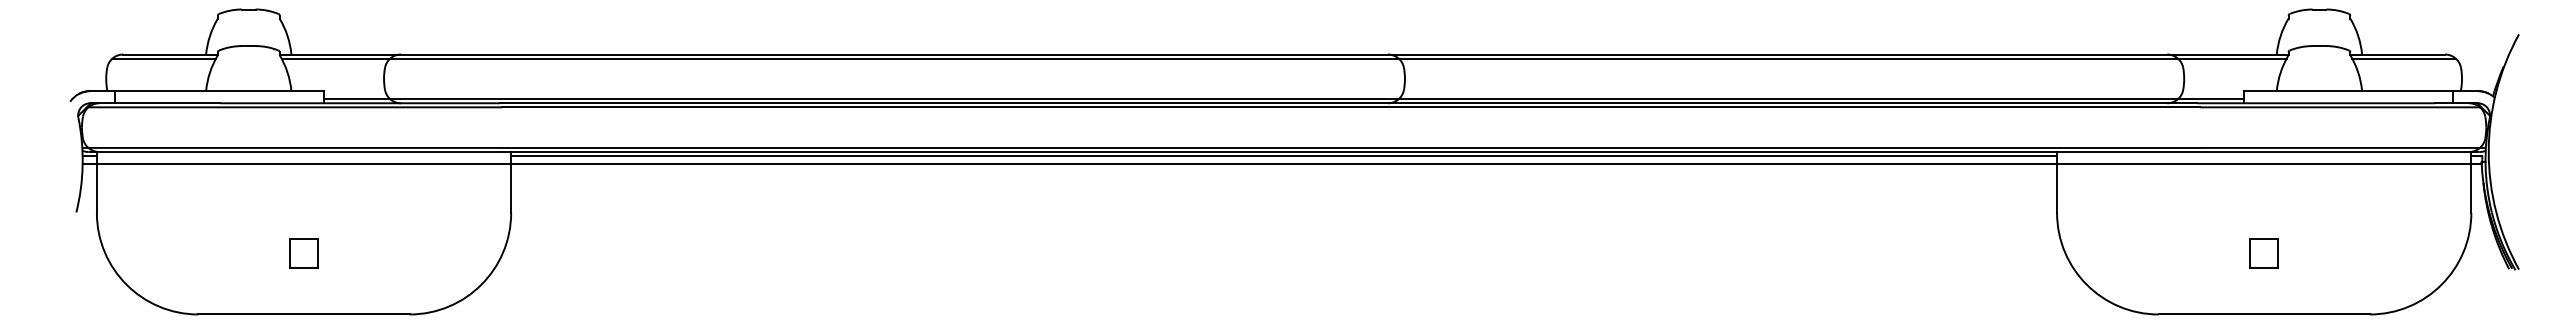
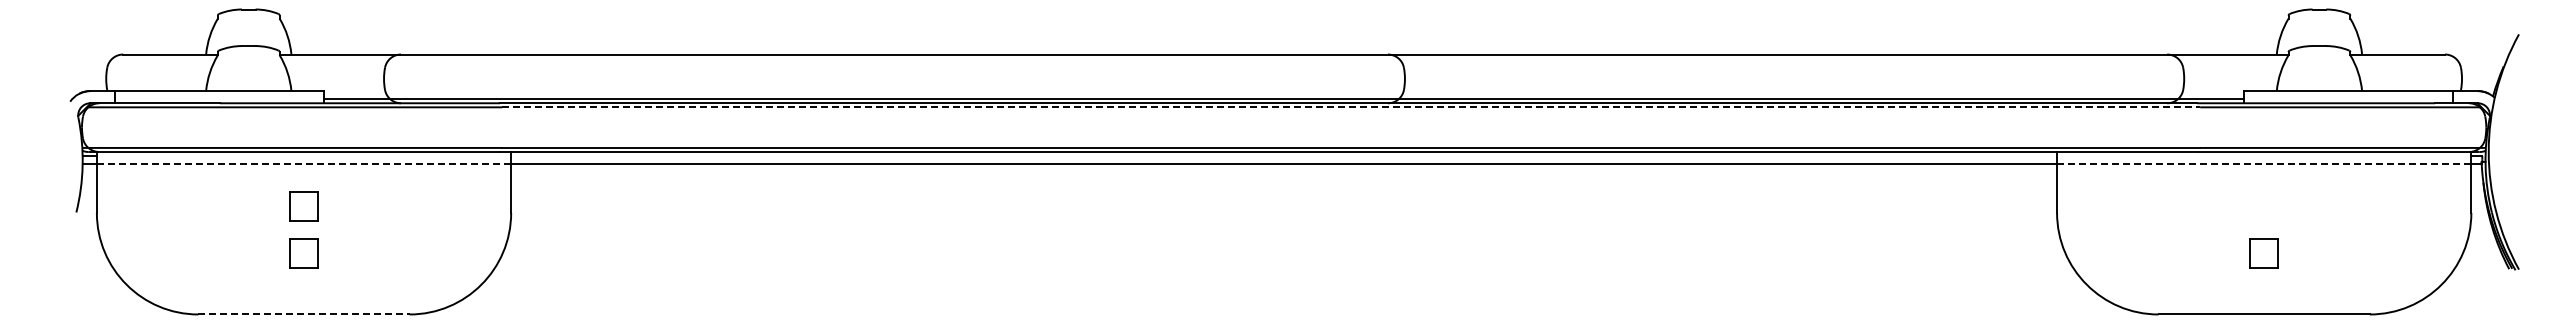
line at (163, 58): present -> none
line at (1283, 58): present -> none
line at (2403, 58): present -> none
line at (1351, 107): solid -> dashed
line at (1284, 156): present -> none
line at (303, 164): solid -> dashed
line at (2263, 164): solid -> dashed
part at (303, 206): none -> present
line at (304, 314): solid -> dashed
